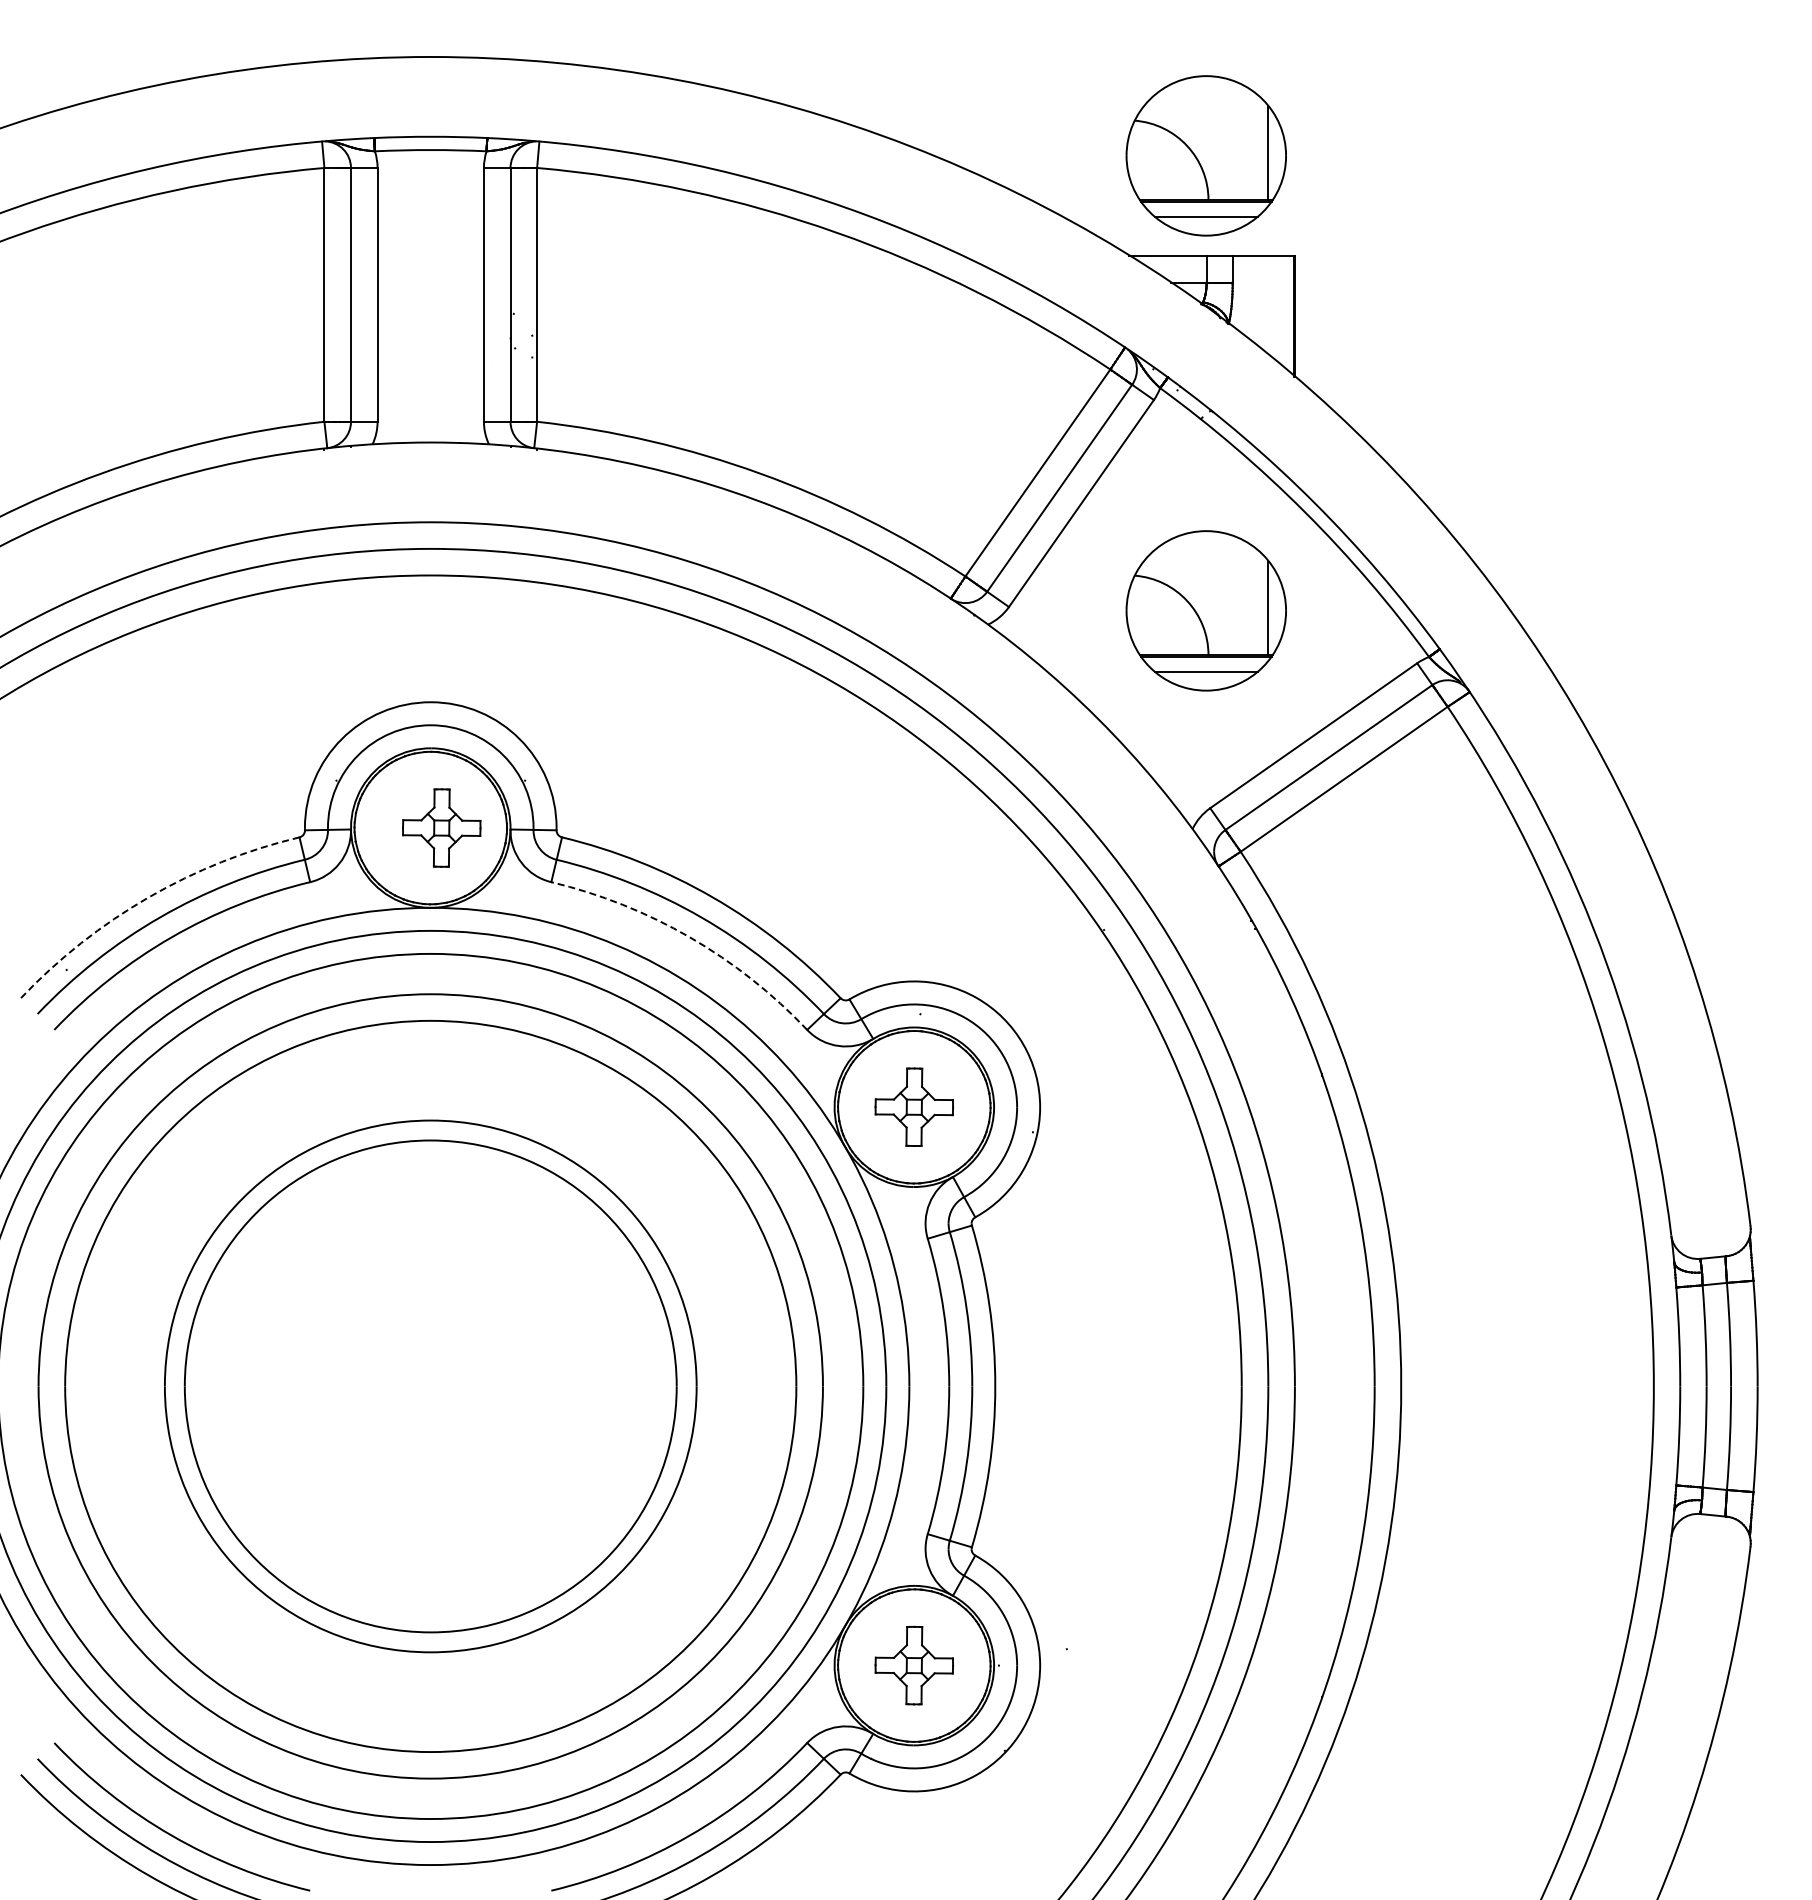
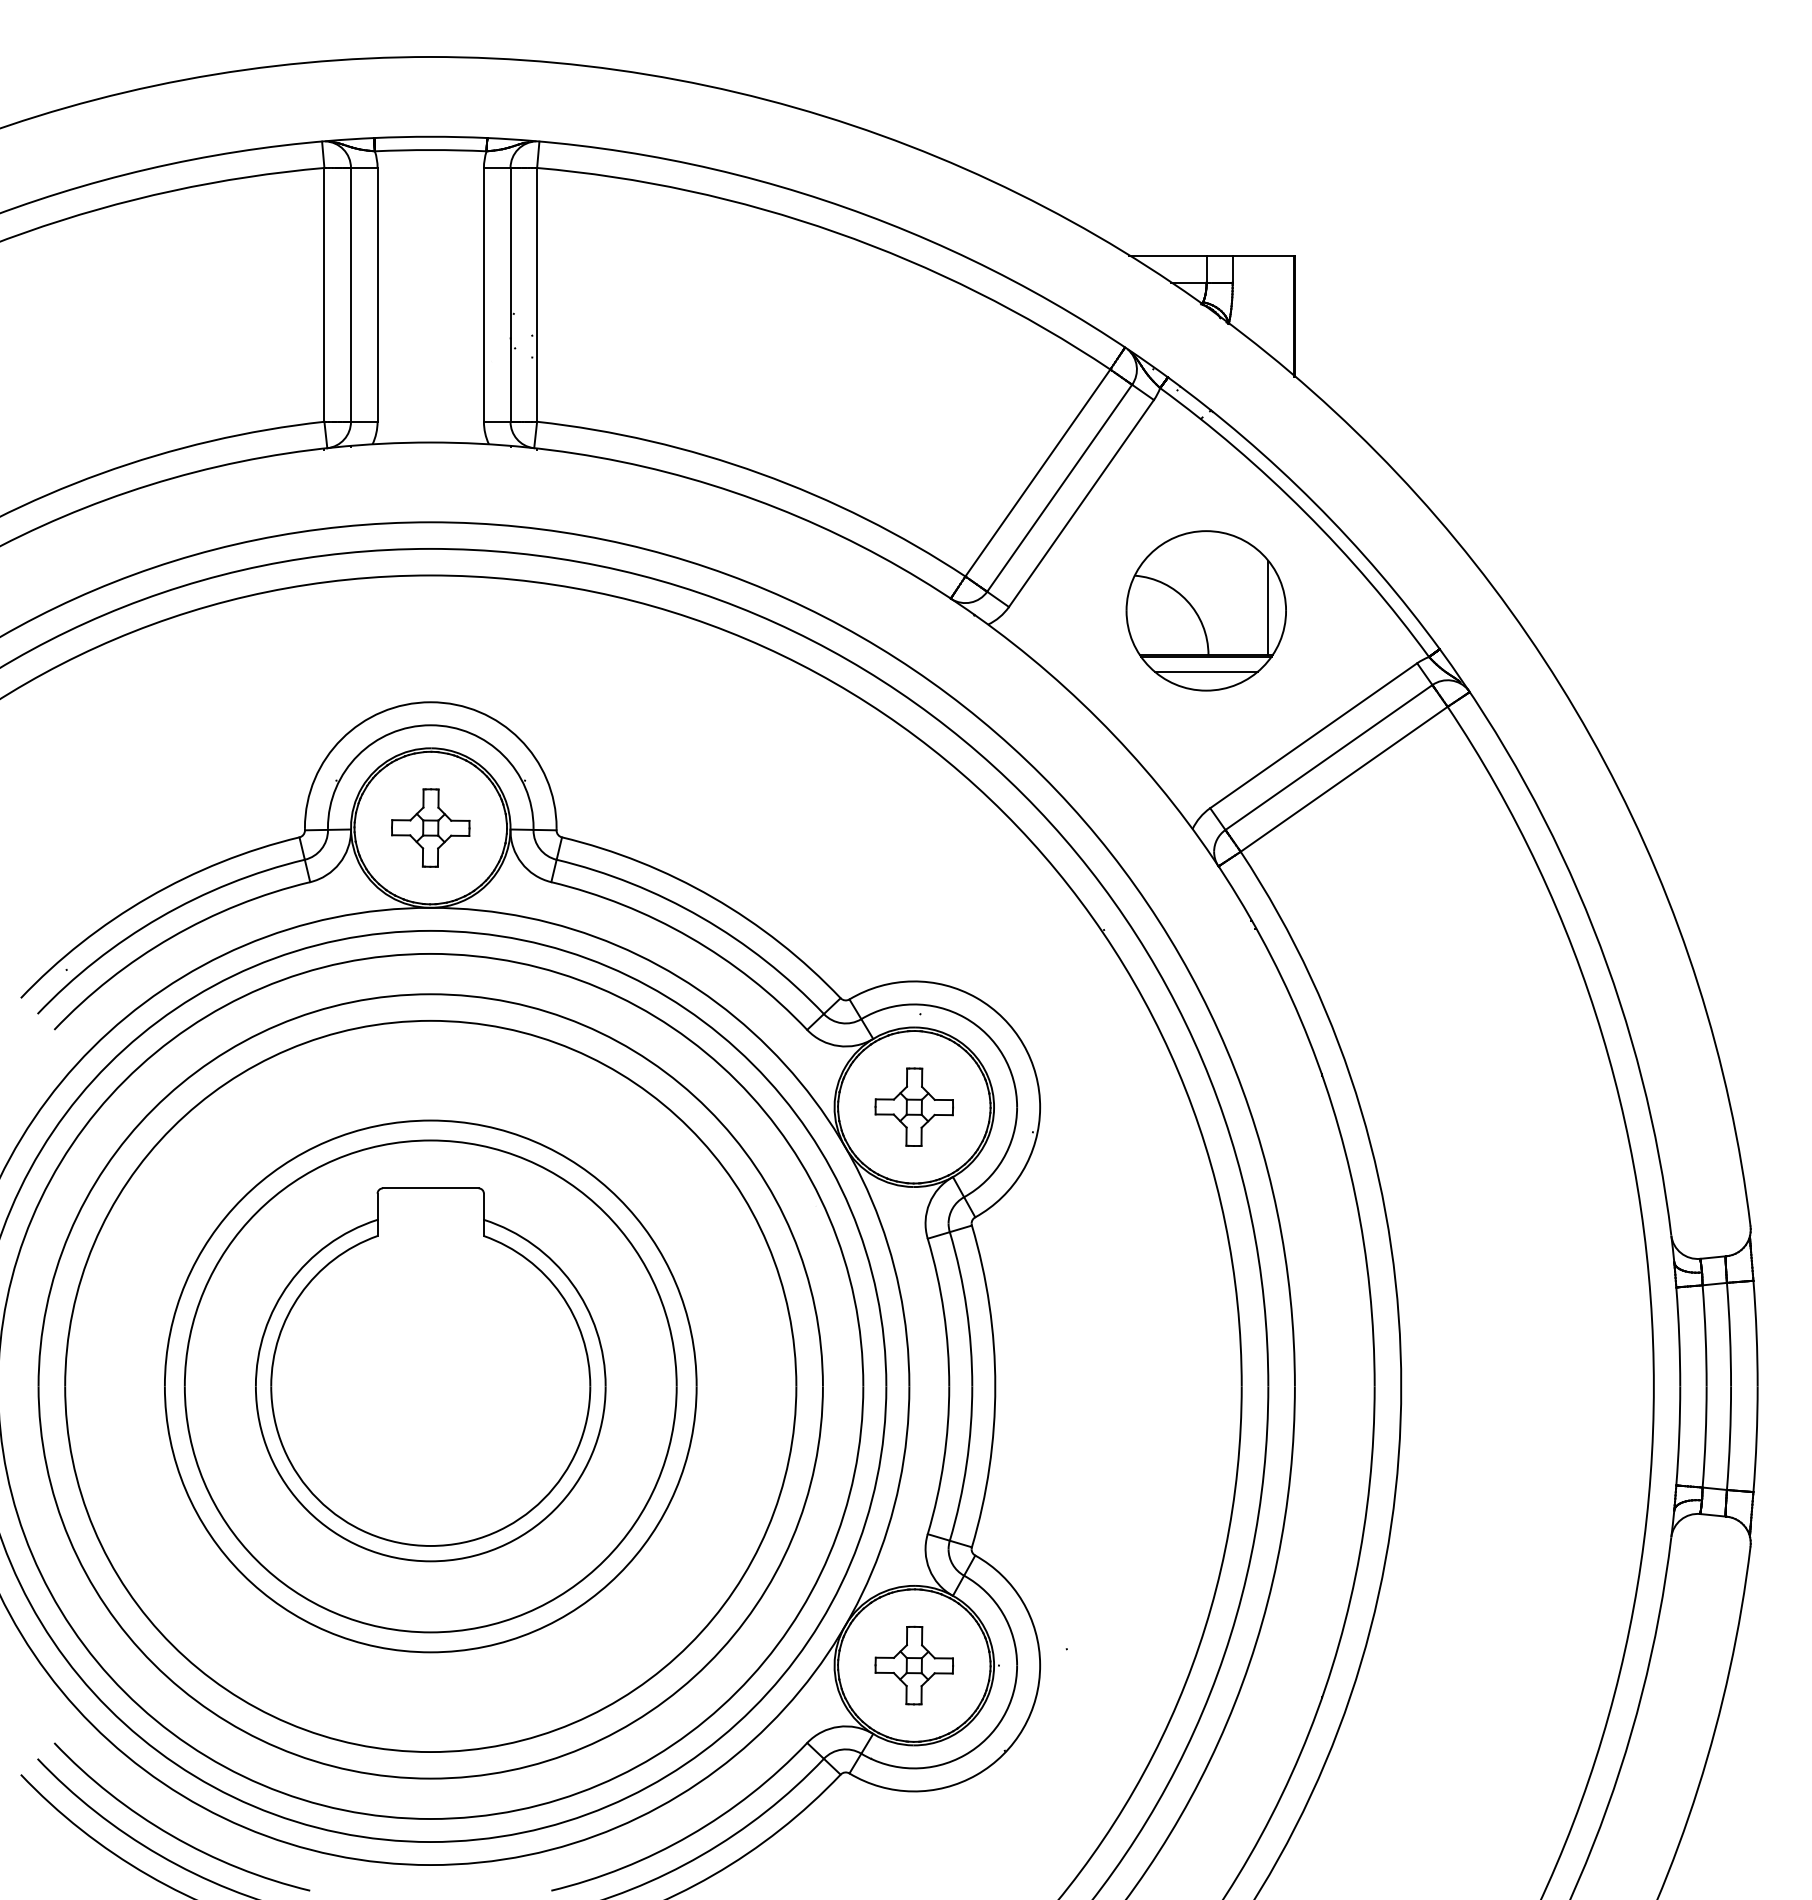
part at (1205, 155): present -> none
part at (441, 827) position: (441, 827) -> (430, 827)
arc at (148, 897): dashed -> solid
arc at (690, 937): dashed -> solid
part at (430, 1374): none -> present
